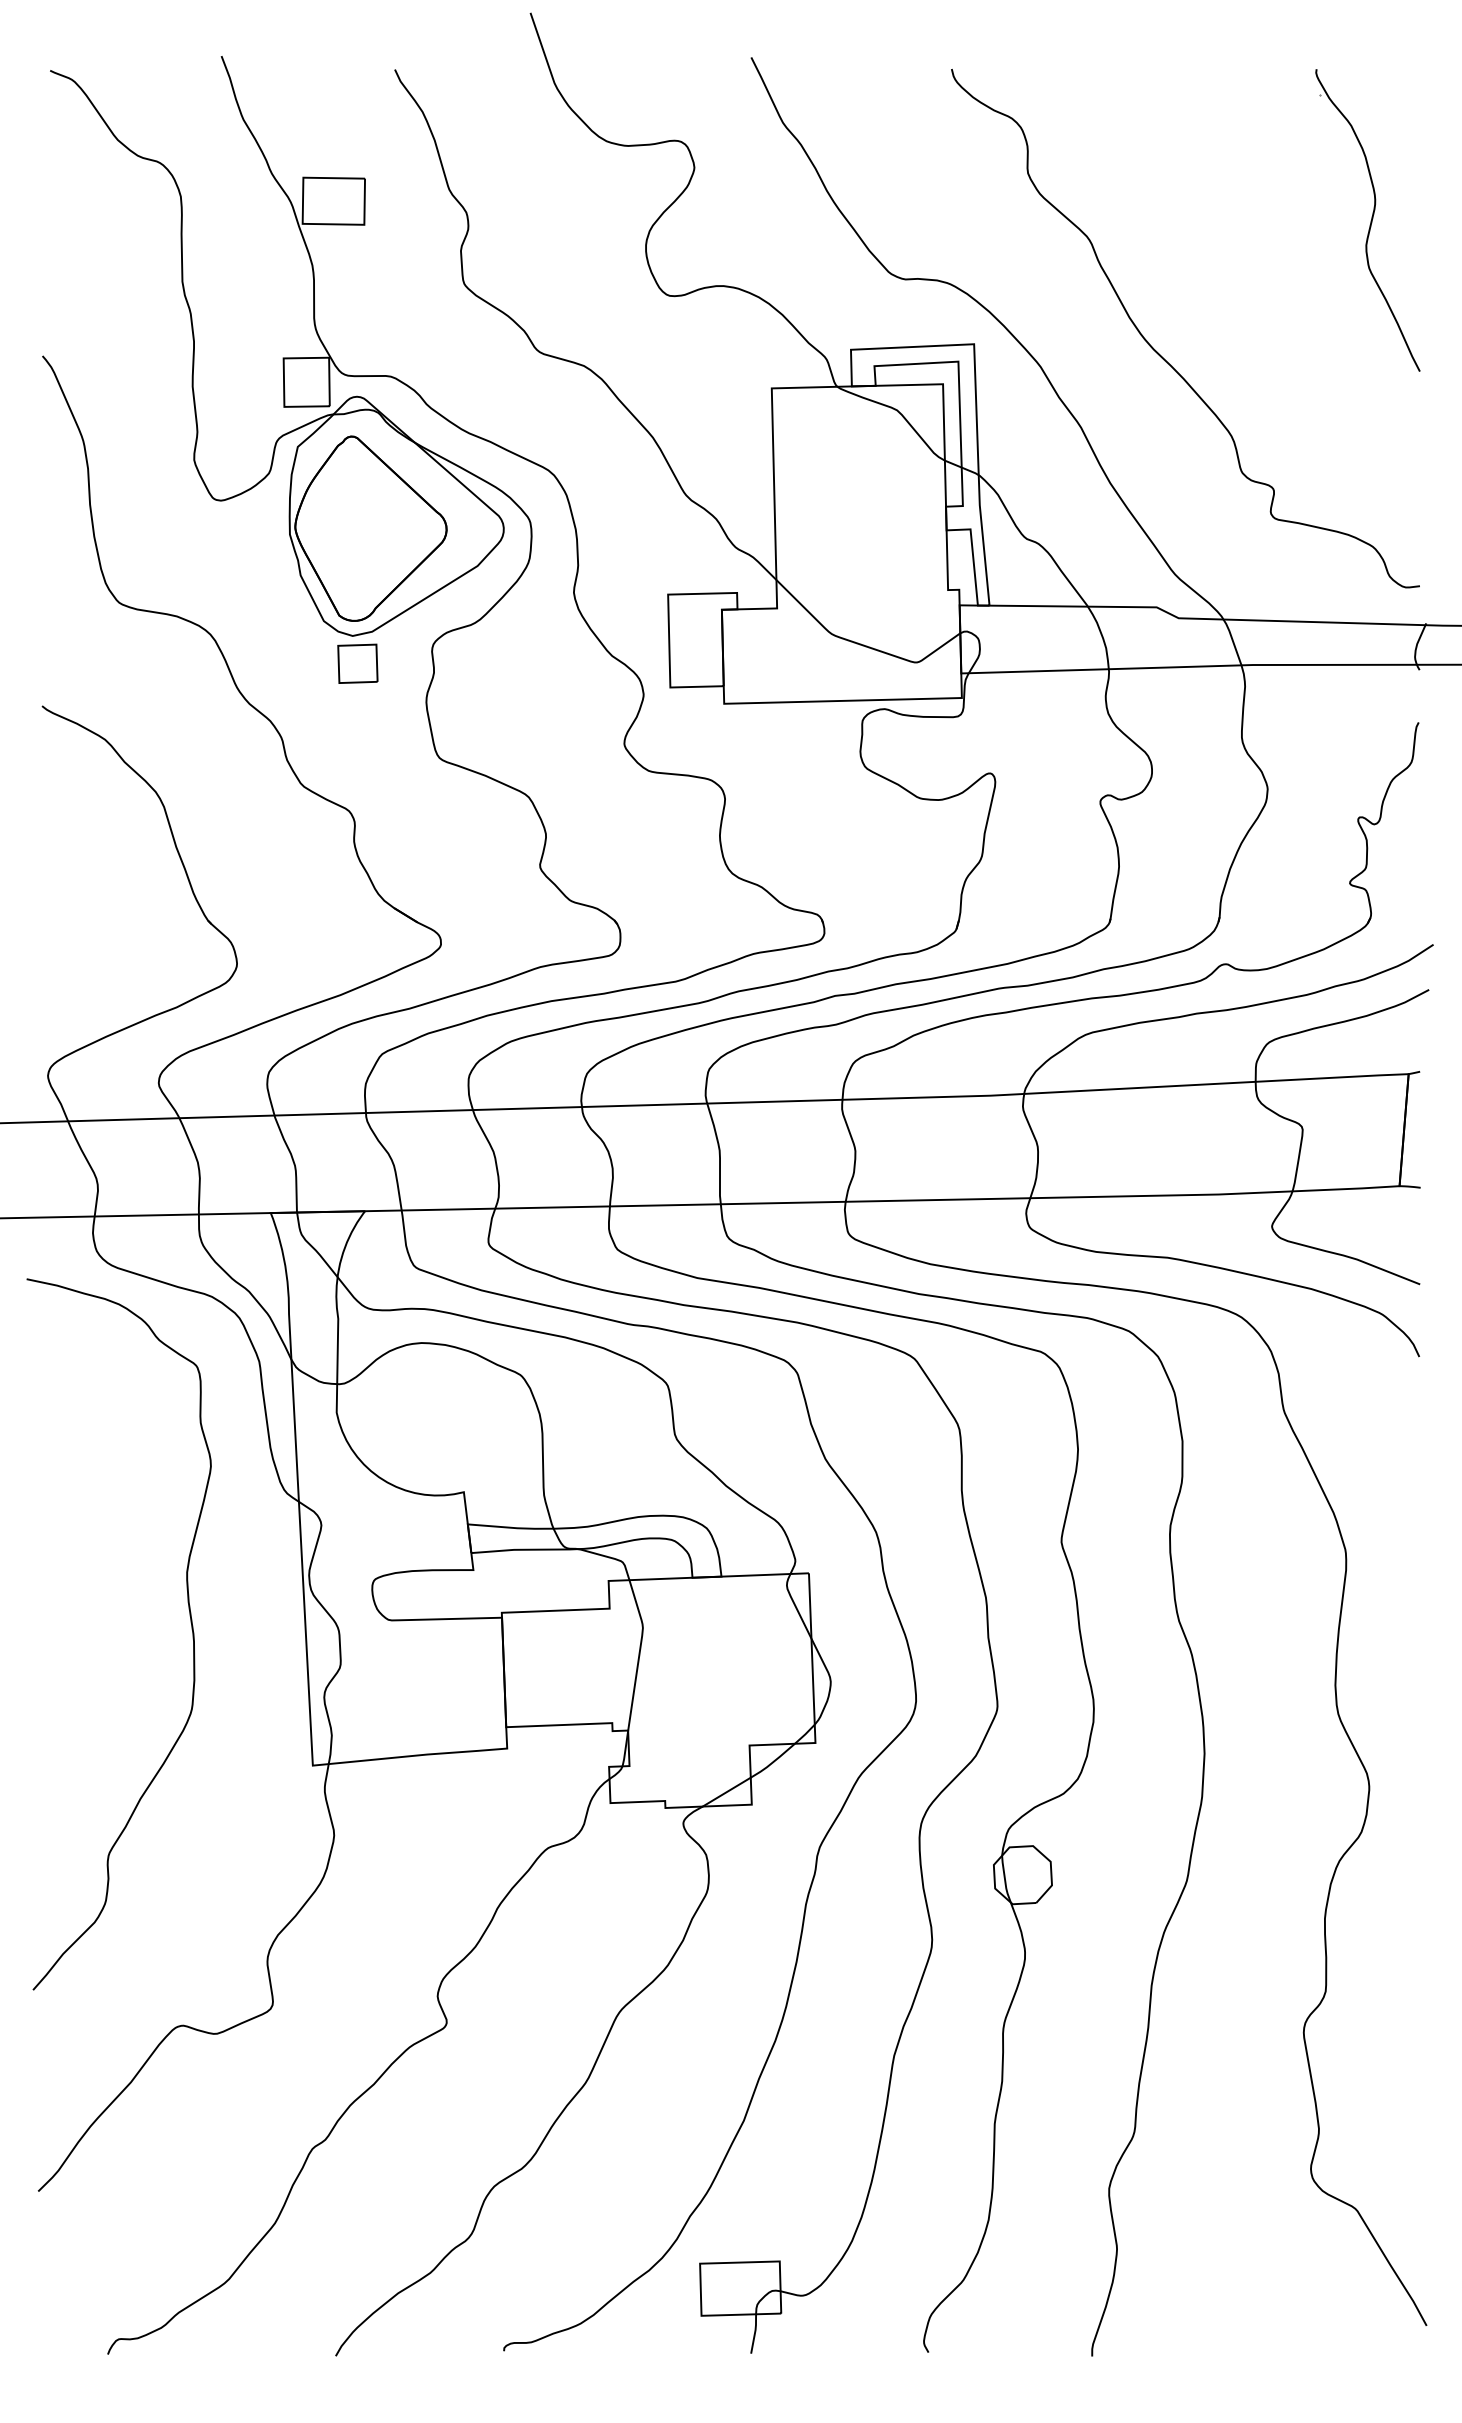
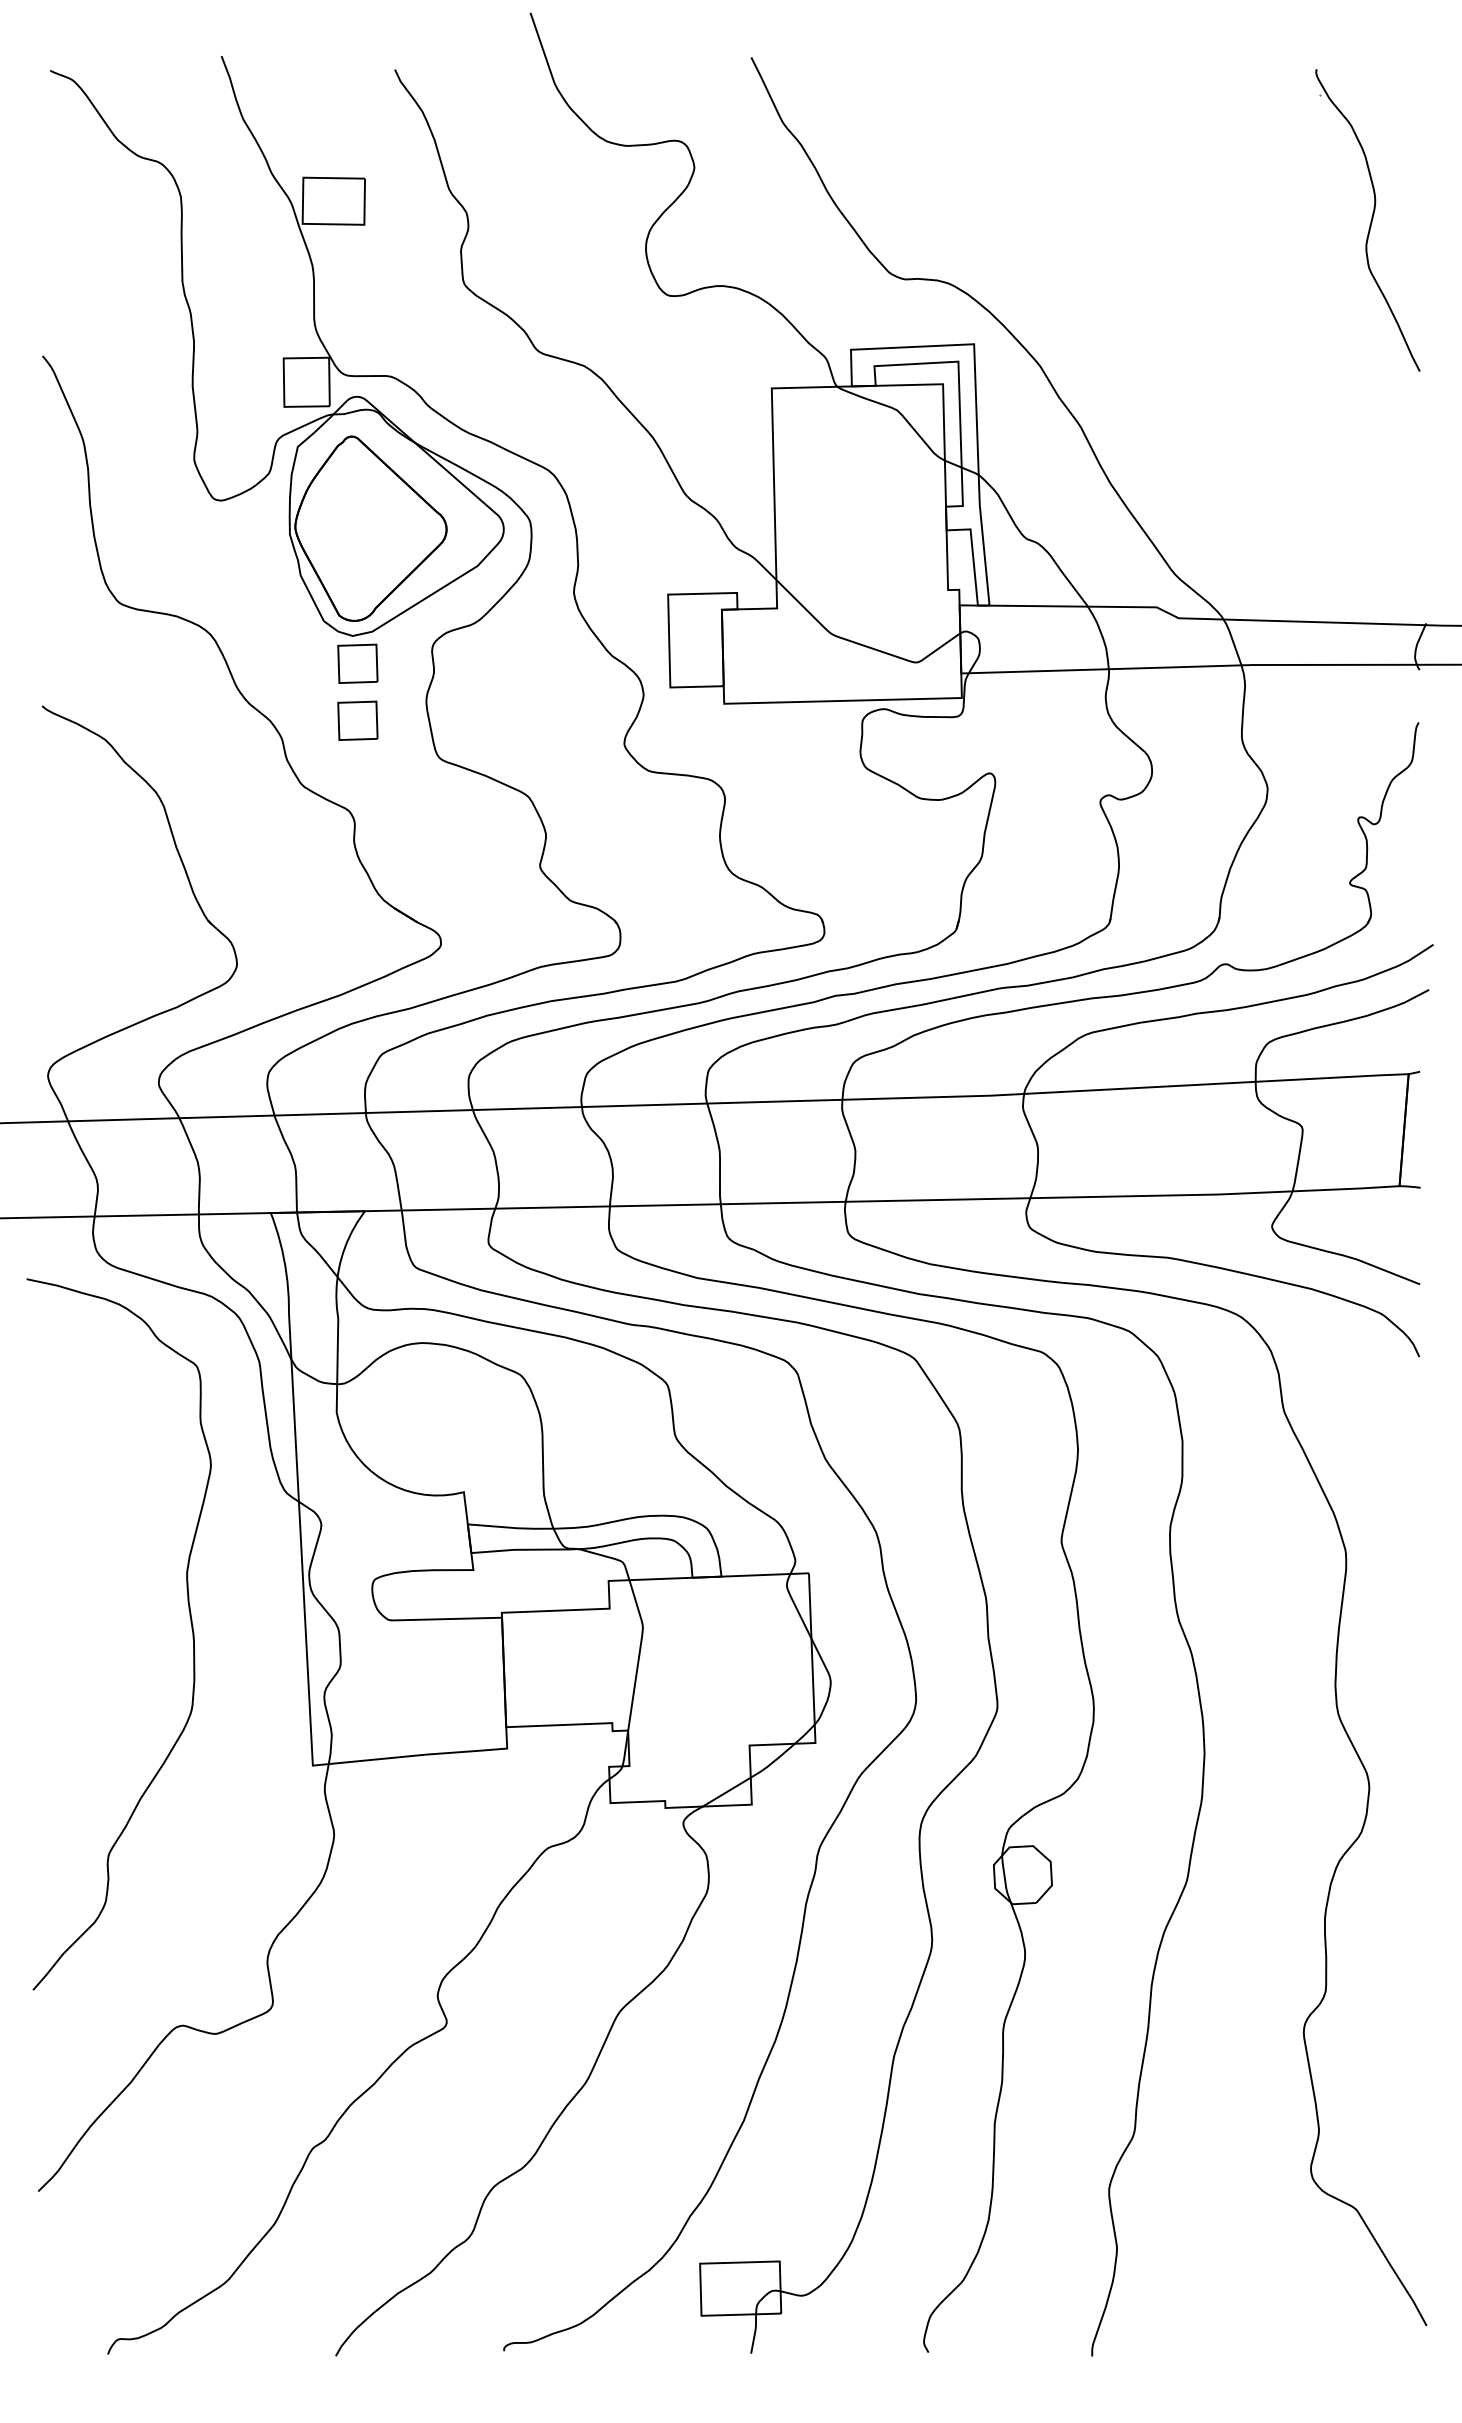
curve at (1159, 353): present -> none
part at (357, 720): none -> present
